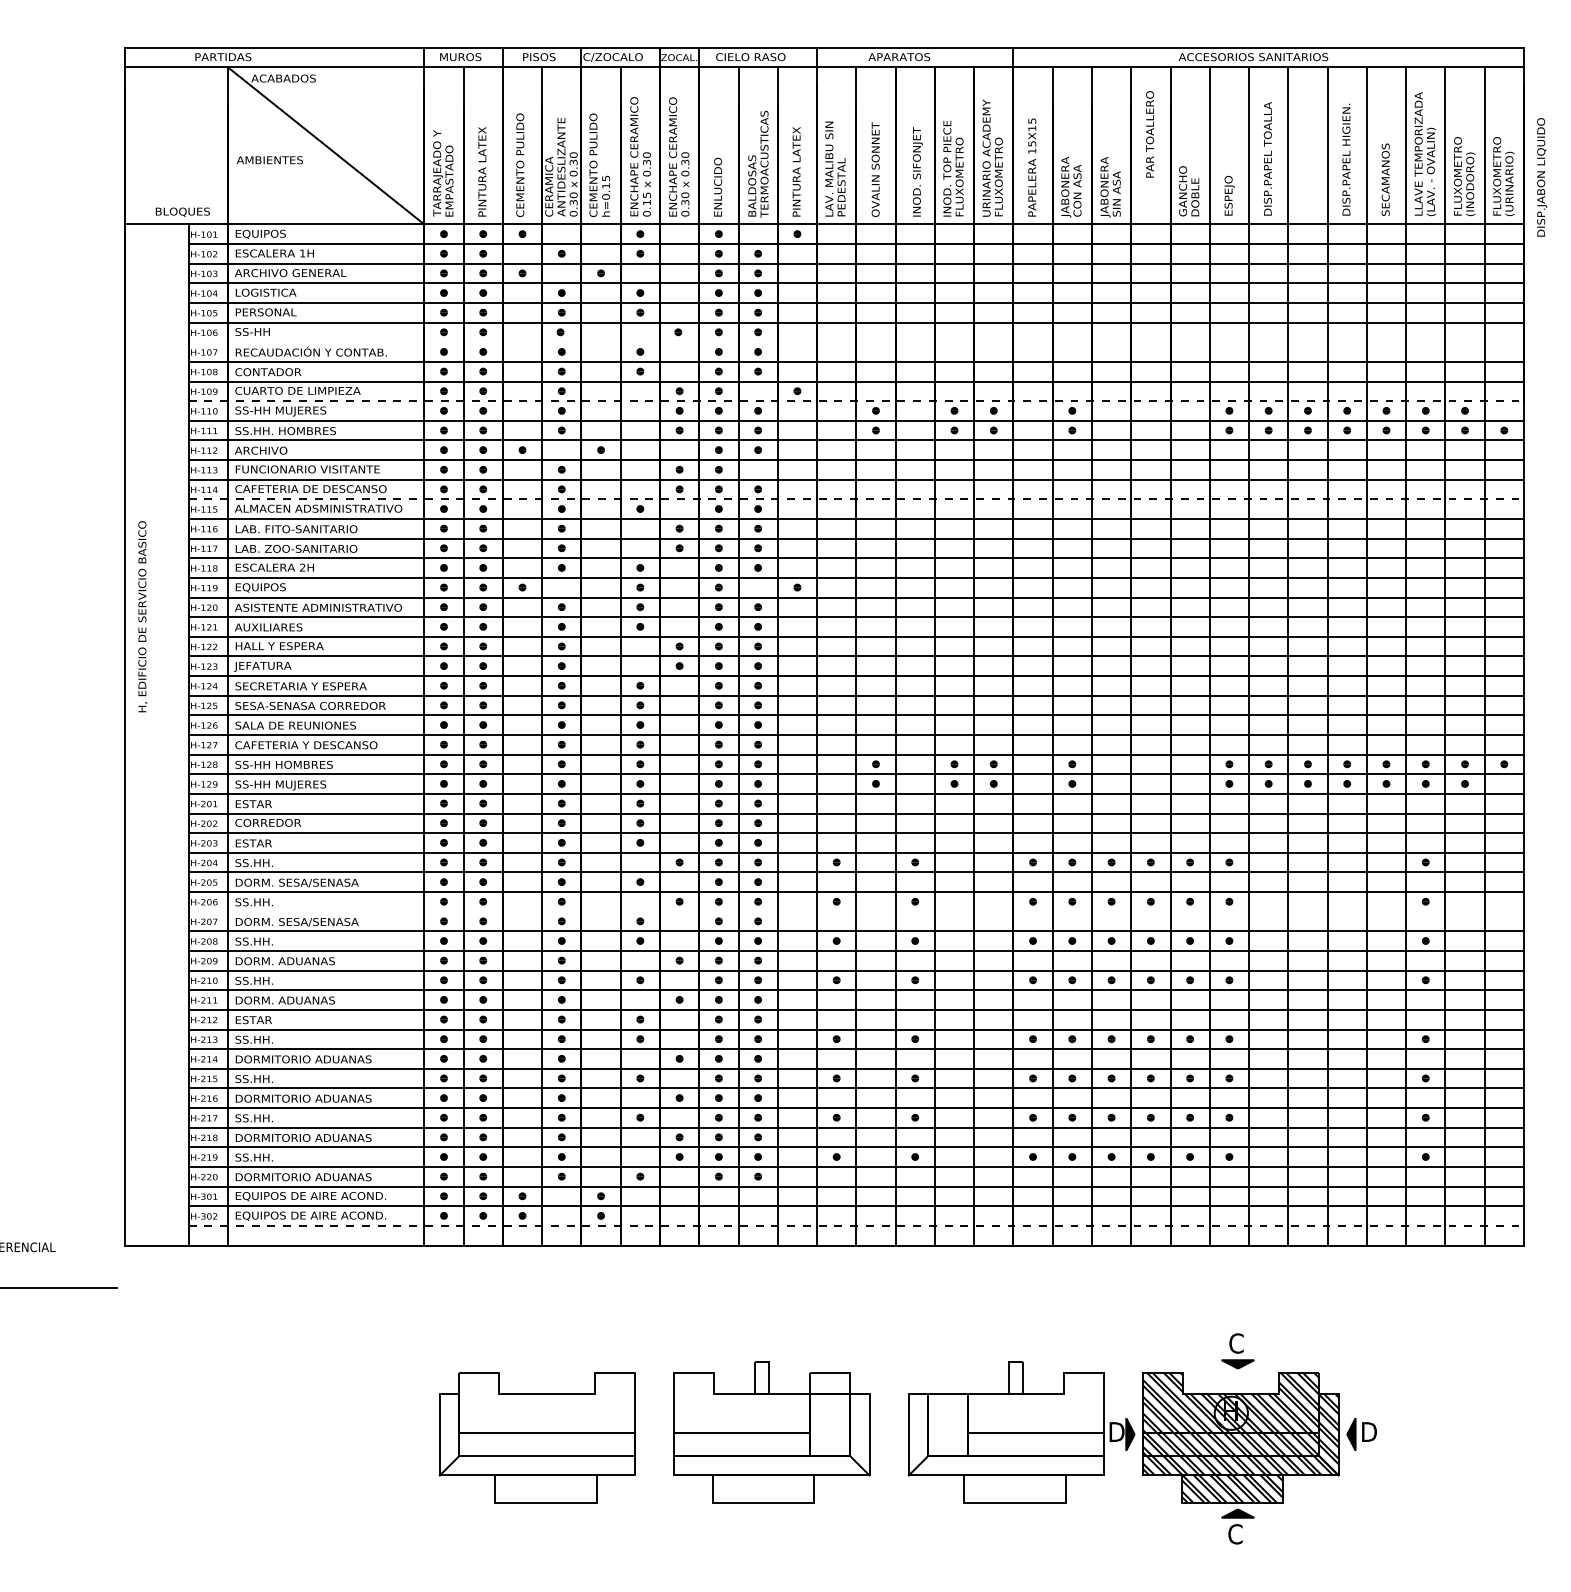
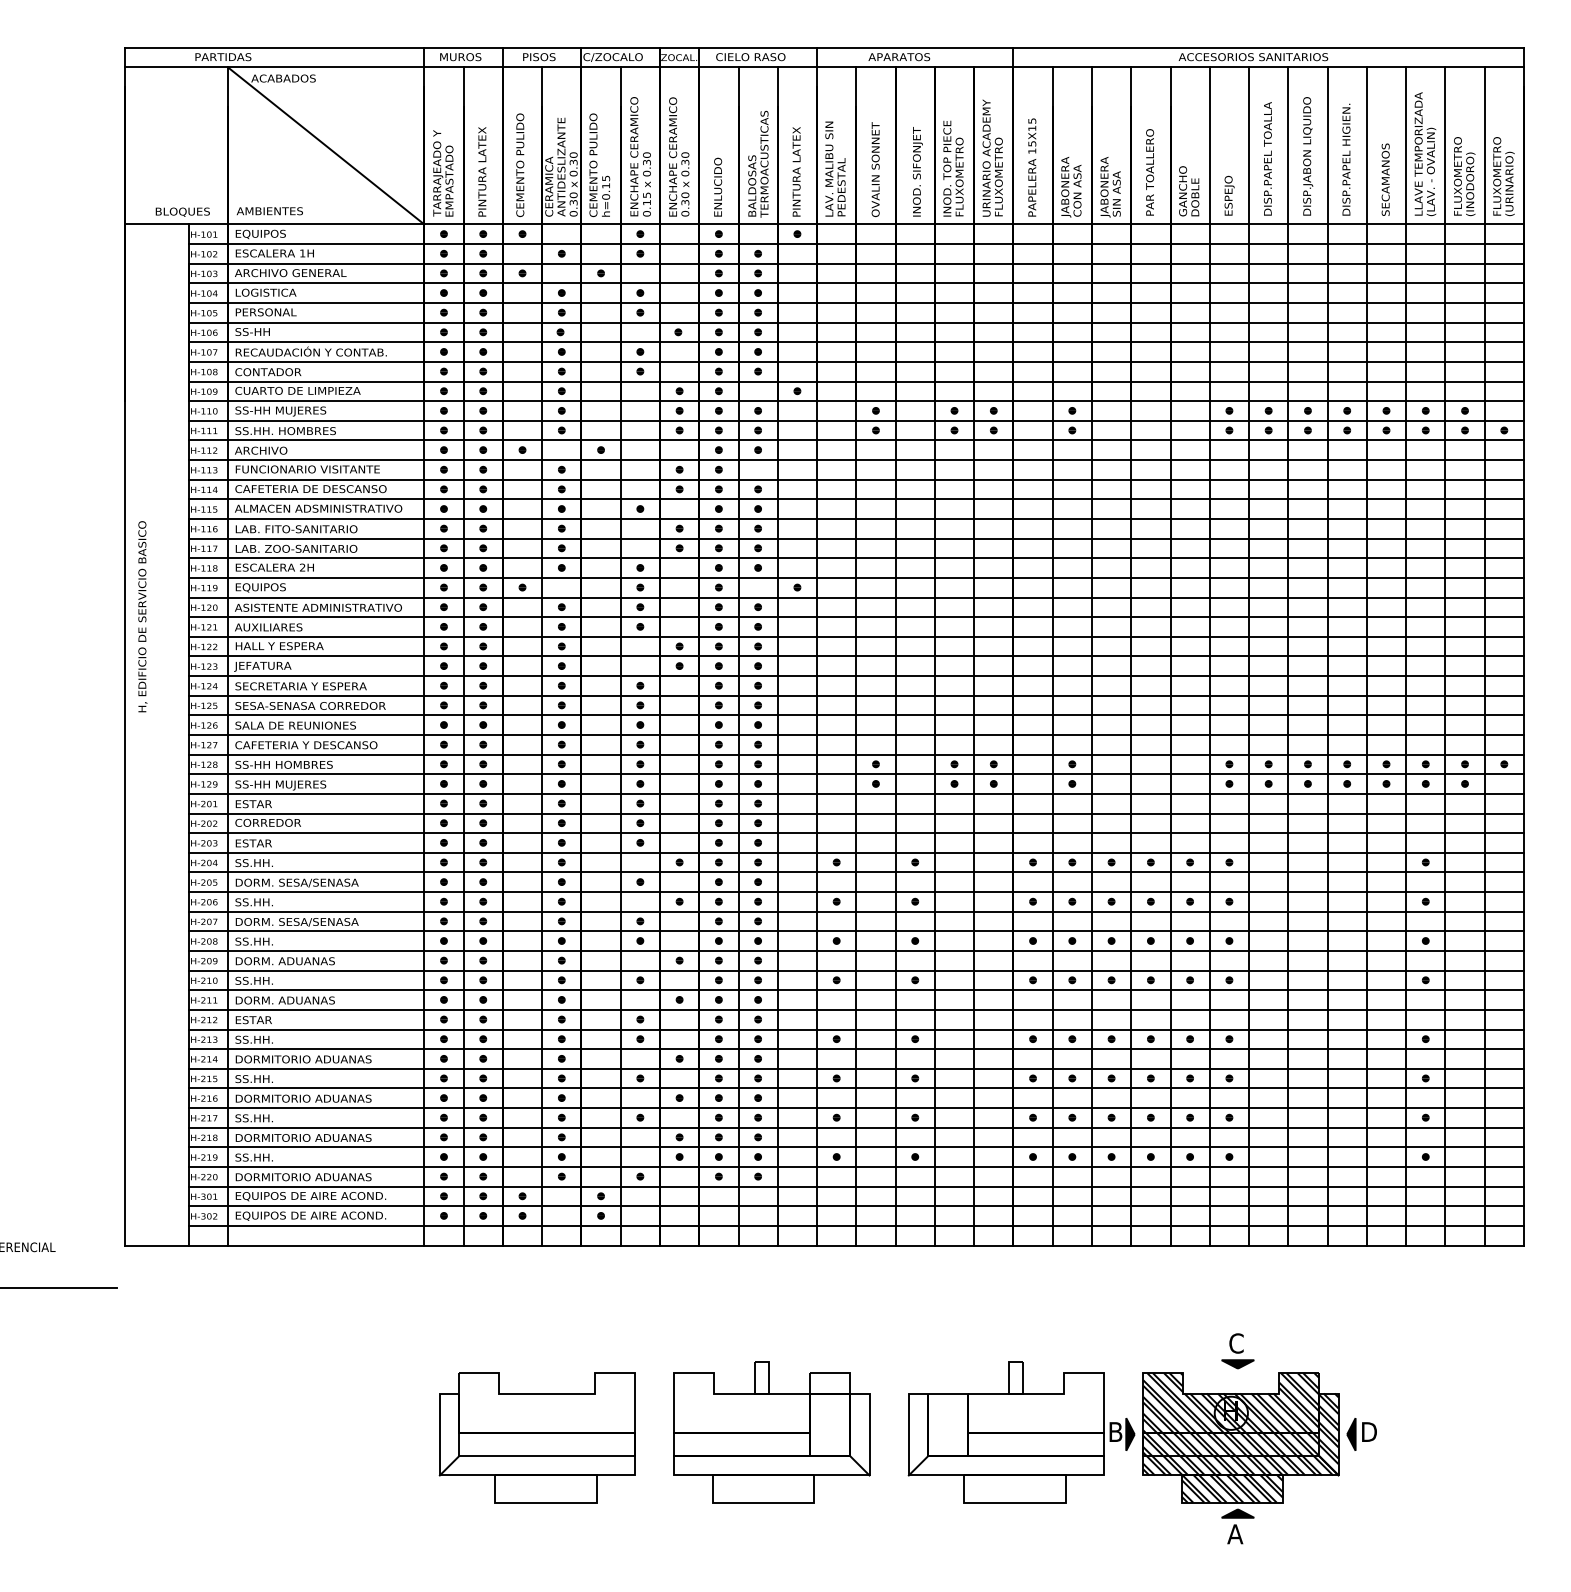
text at (1150, 134) position: (1150, 134) -> (1150, 172)
text at (269, 160) position: (269, 160) -> (269, 211)
text at (1542, 177) position: (1542, 177) -> (1308, 156)
line at (855, 342): none -> present
line at (856, 401): dashed -> solid
line at (856, 499): dashed -> solid
line at (855, 911): none -> present
line at (856, 1225): dashed -> solid
text at (1118, 1431): D -> B
text at (1235, 1534): C -> A
